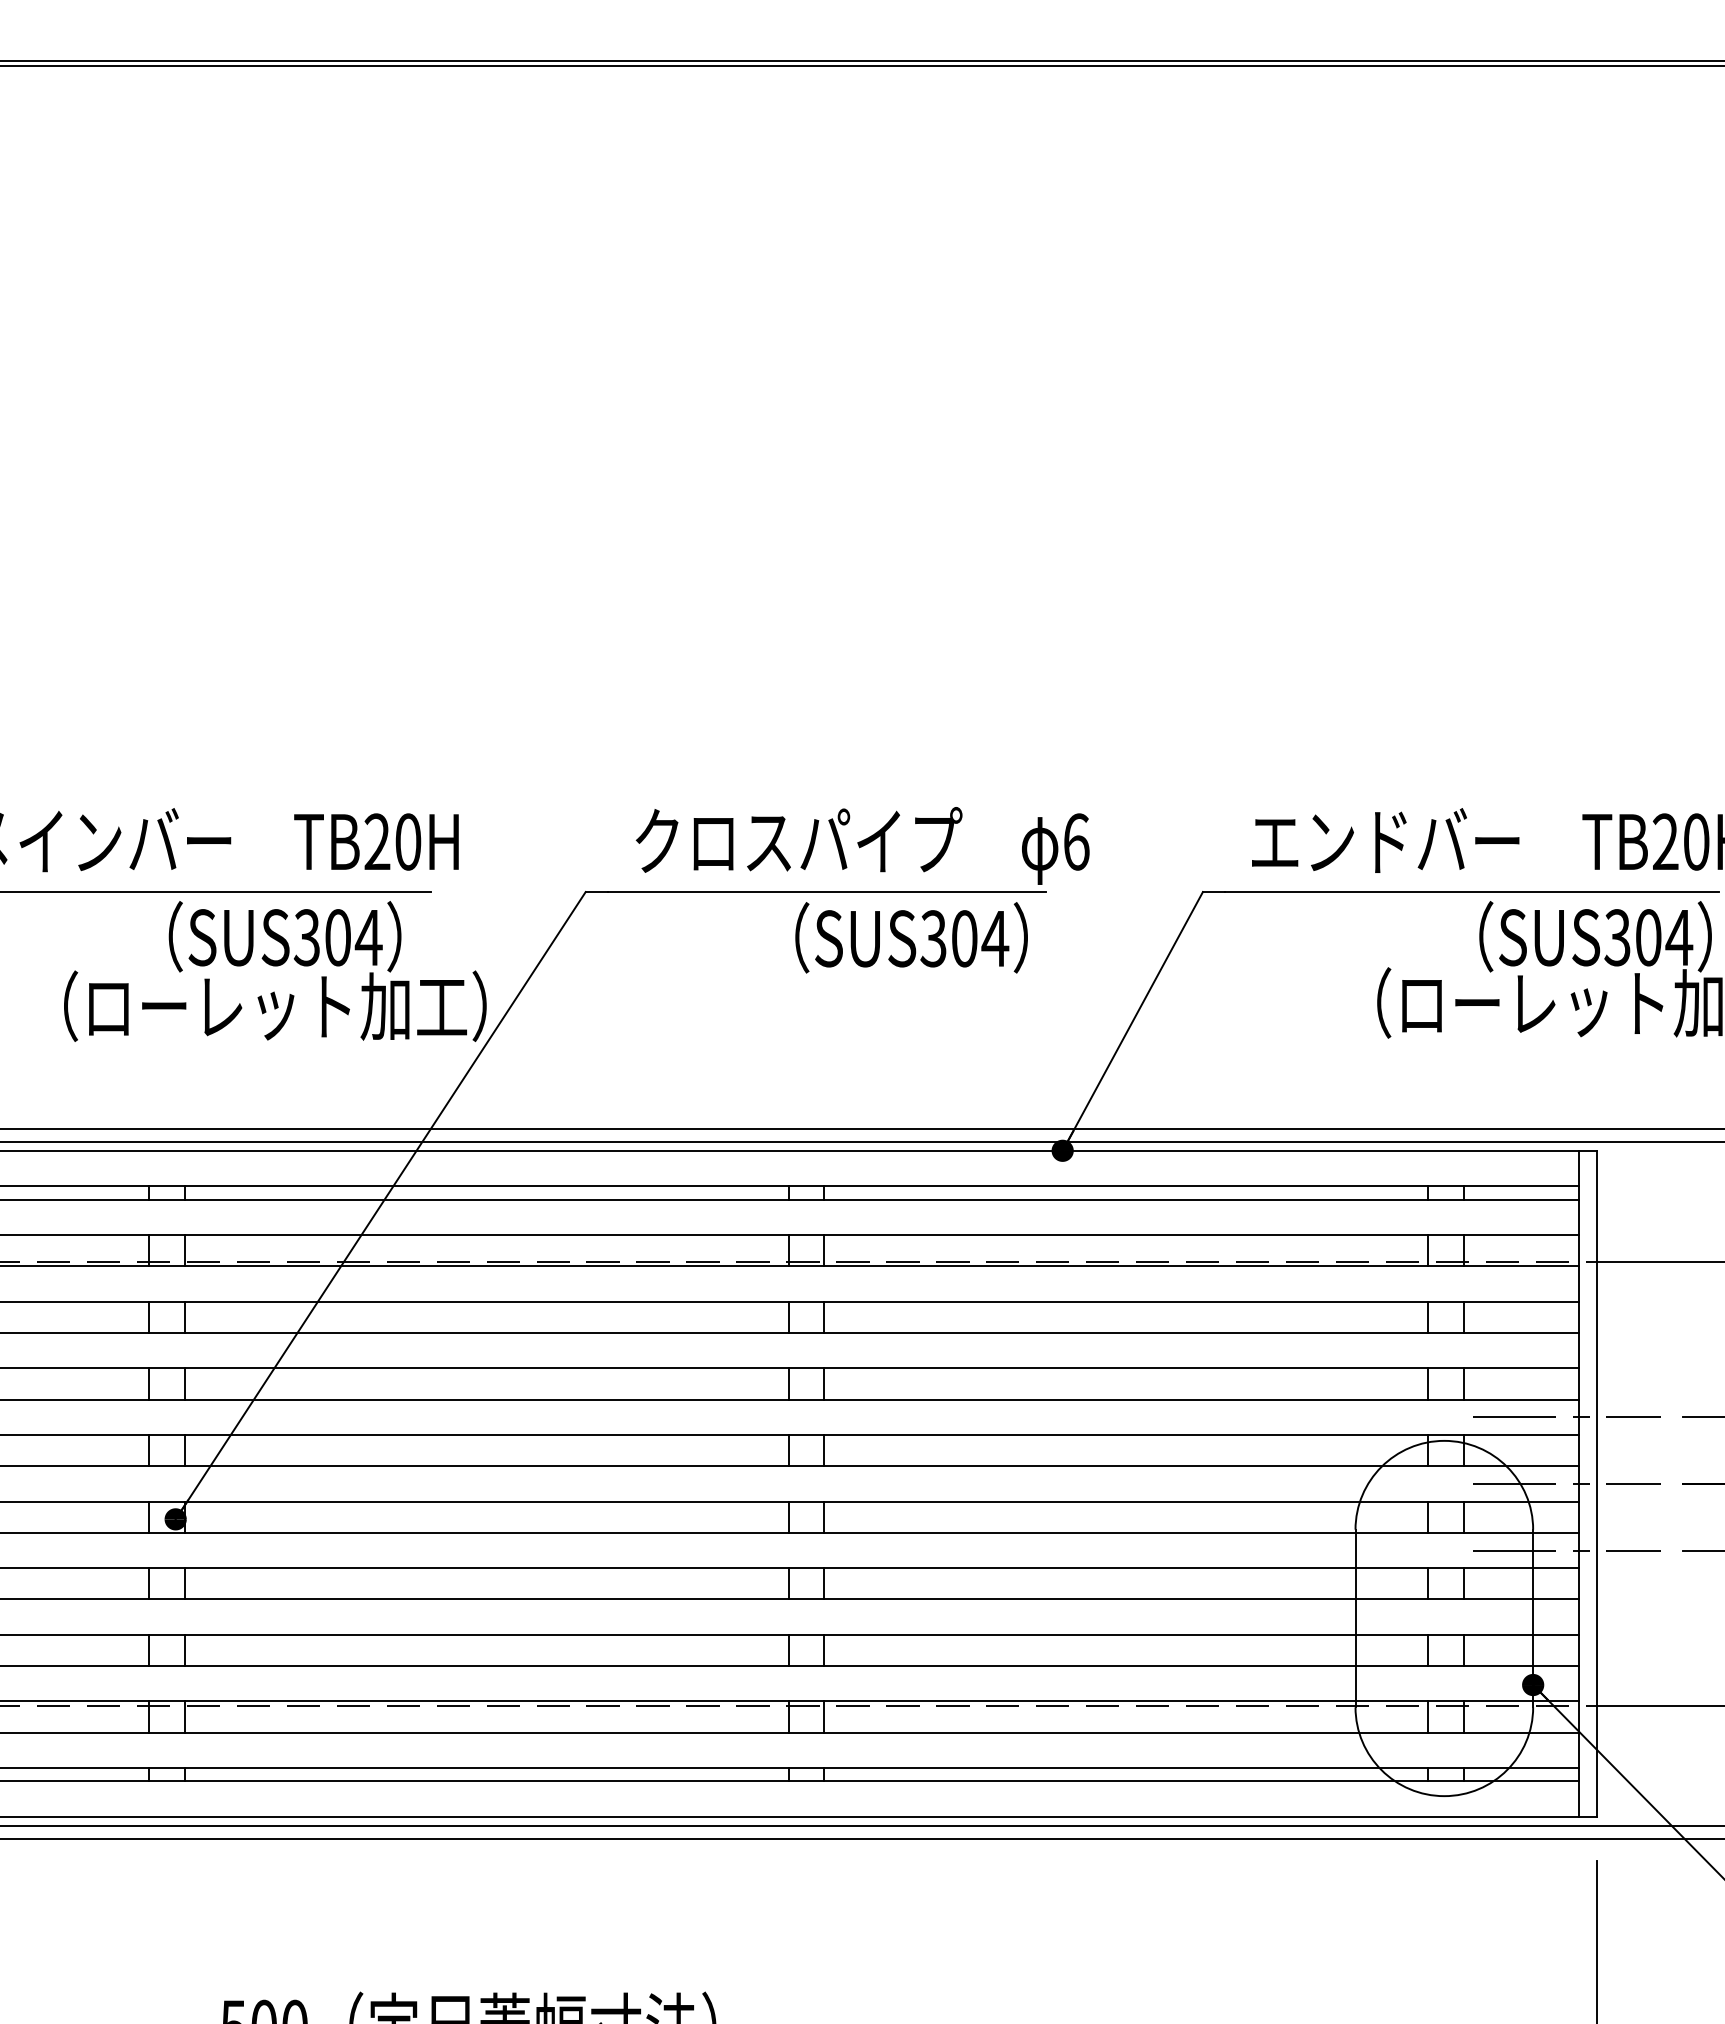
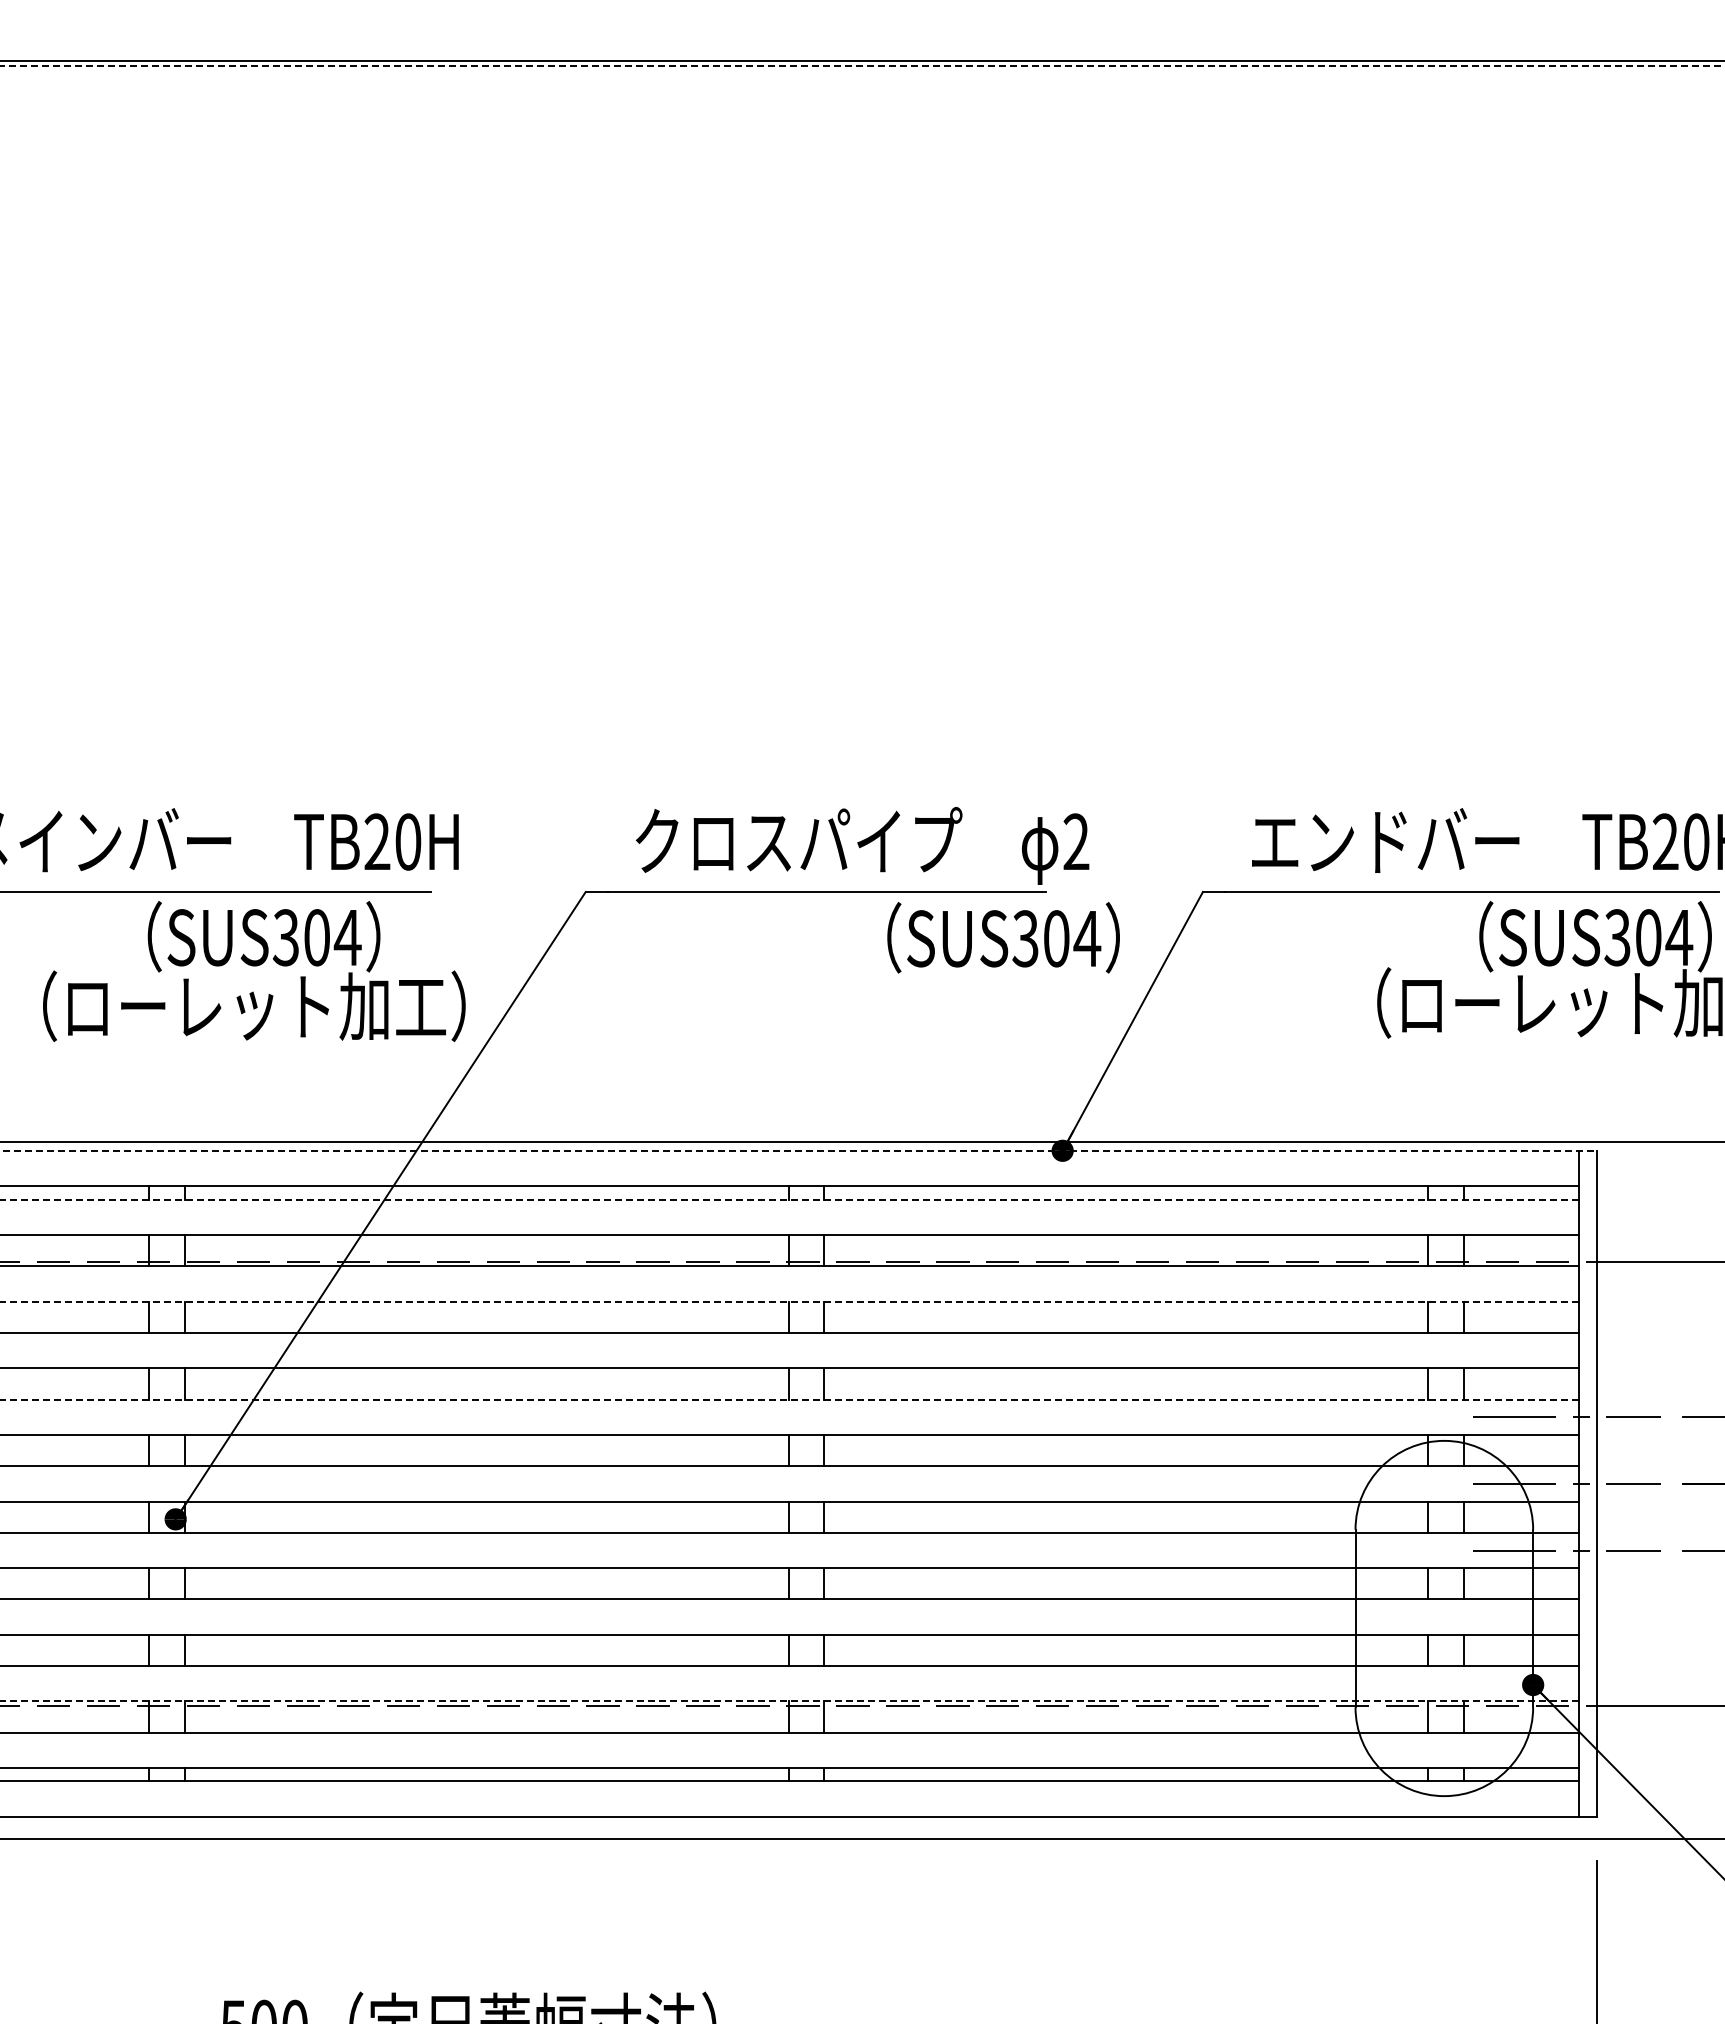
line at (862, 66): solid -> dashed
text at (1076, 841): 6 -> 2
text at (911, 937) position: (911, 937) -> (1003, 937)
text at (275, 971) position: (275, 971) -> (254, 971)
line at (861, 1128): present -> none
line at (798, 1150): solid -> dashed
line at (790, 1199): solid -> dashed
line at (790, 1301): solid -> dashed
line at (790, 1399): solid -> dashed
line at (790, 1701): solid -> dashed
line at (861, 1825): present -> none
